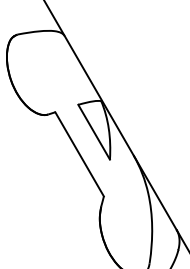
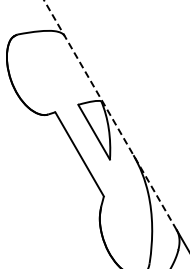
line at (110, 114): solid -> dashed
